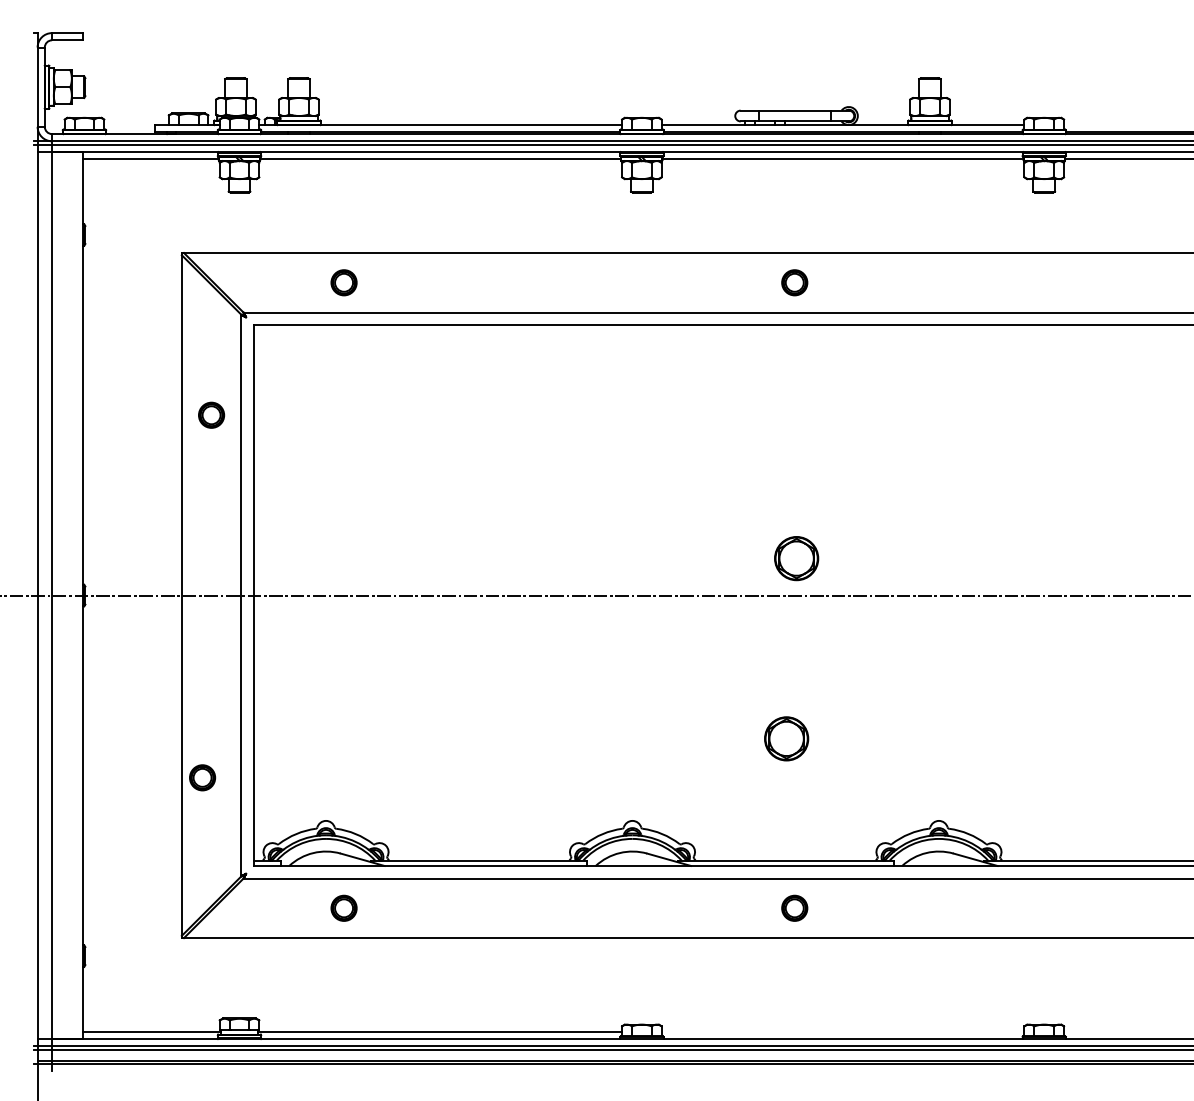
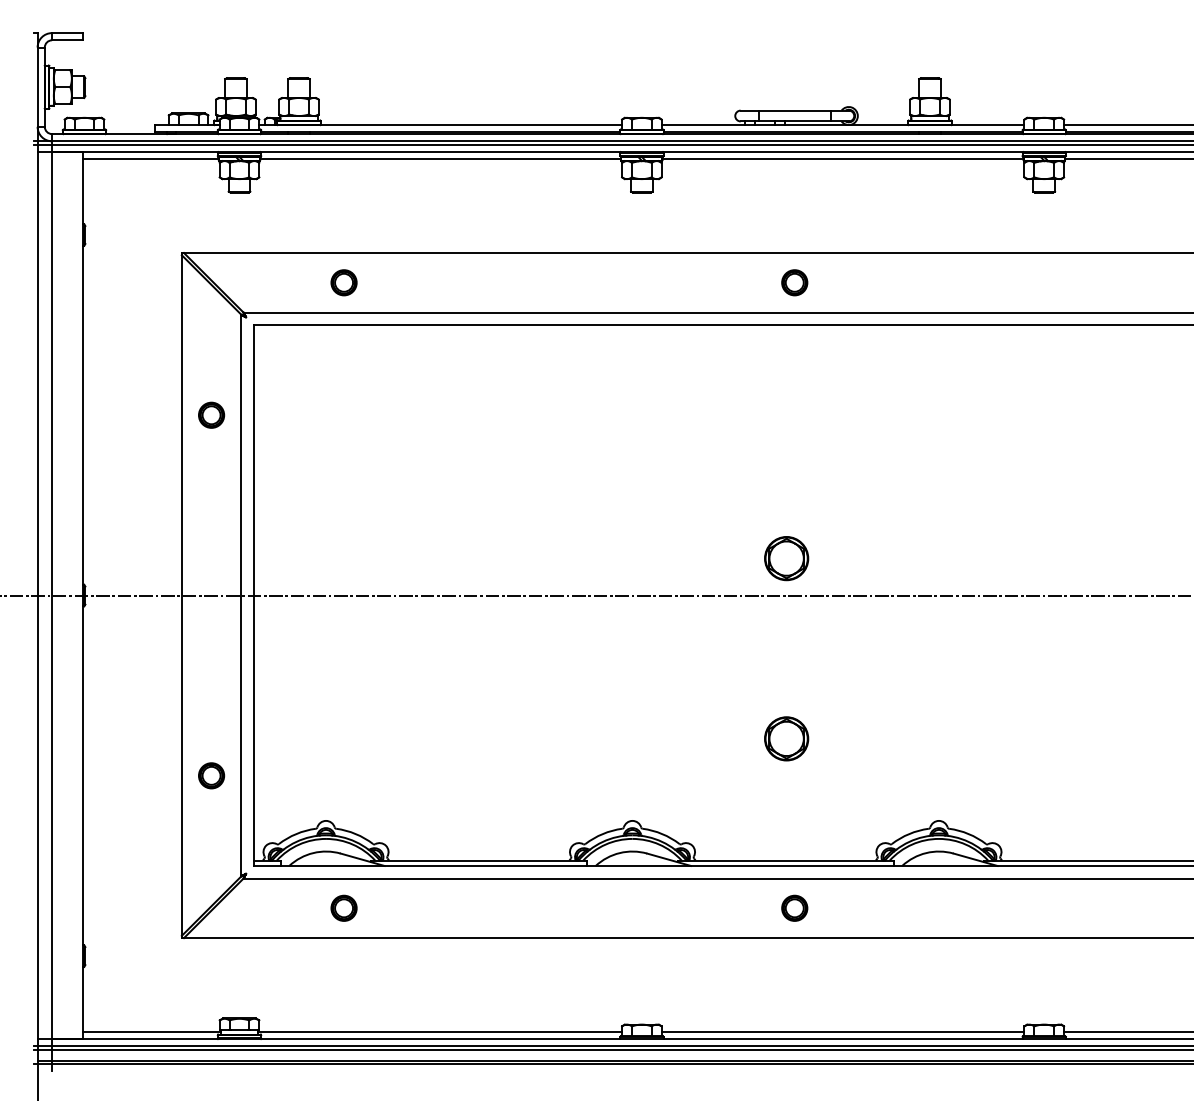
line at (1127, 125): none -> present
part at (796, 558) position: (796, 558) -> (786, 558)
part at (202, 777) position: (202, 777) -> (211, 775)
line at (842, 1031): none -> present
line at (1127, 1031): none -> present
